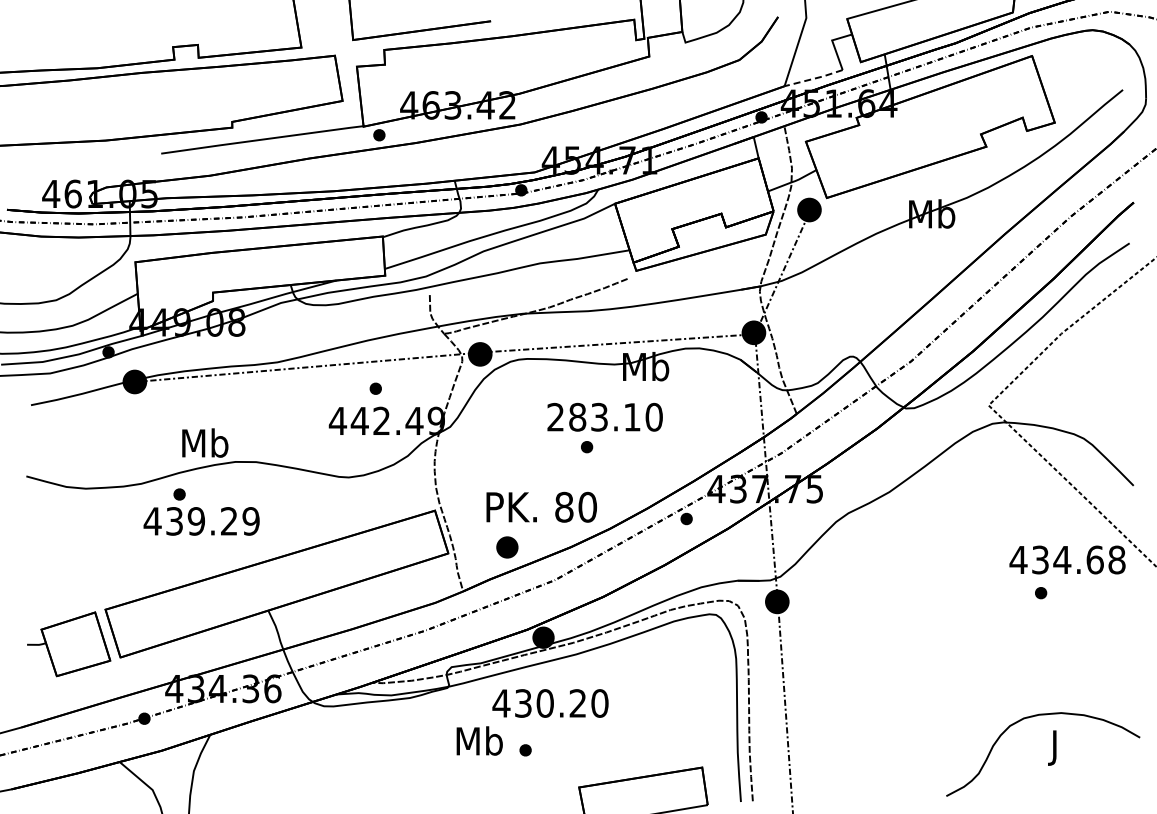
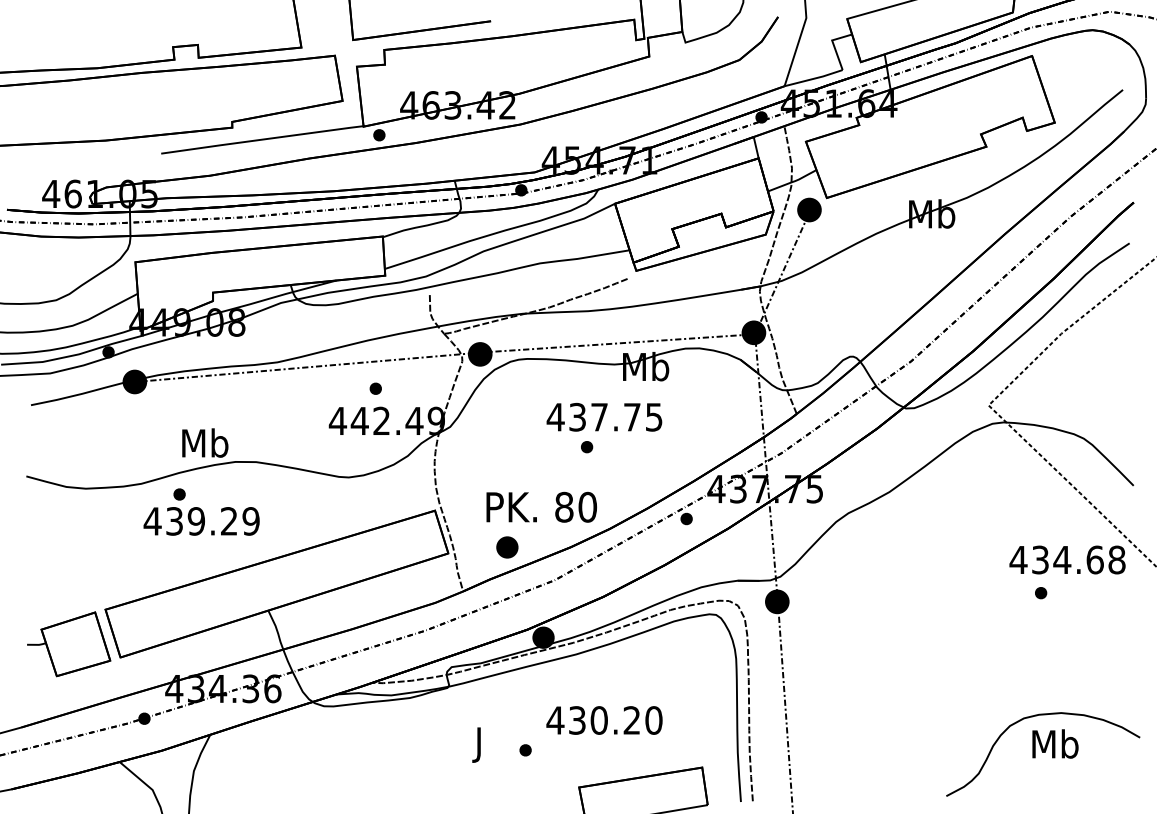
line at (814, 78): dashed -> solid
text at (604, 416): 283.10 -> 437.75
text at (550, 703) position: (550, 703) -> (604, 720)
text at (479, 744): Mb -> J
text at (1055, 747): J -> Mb
